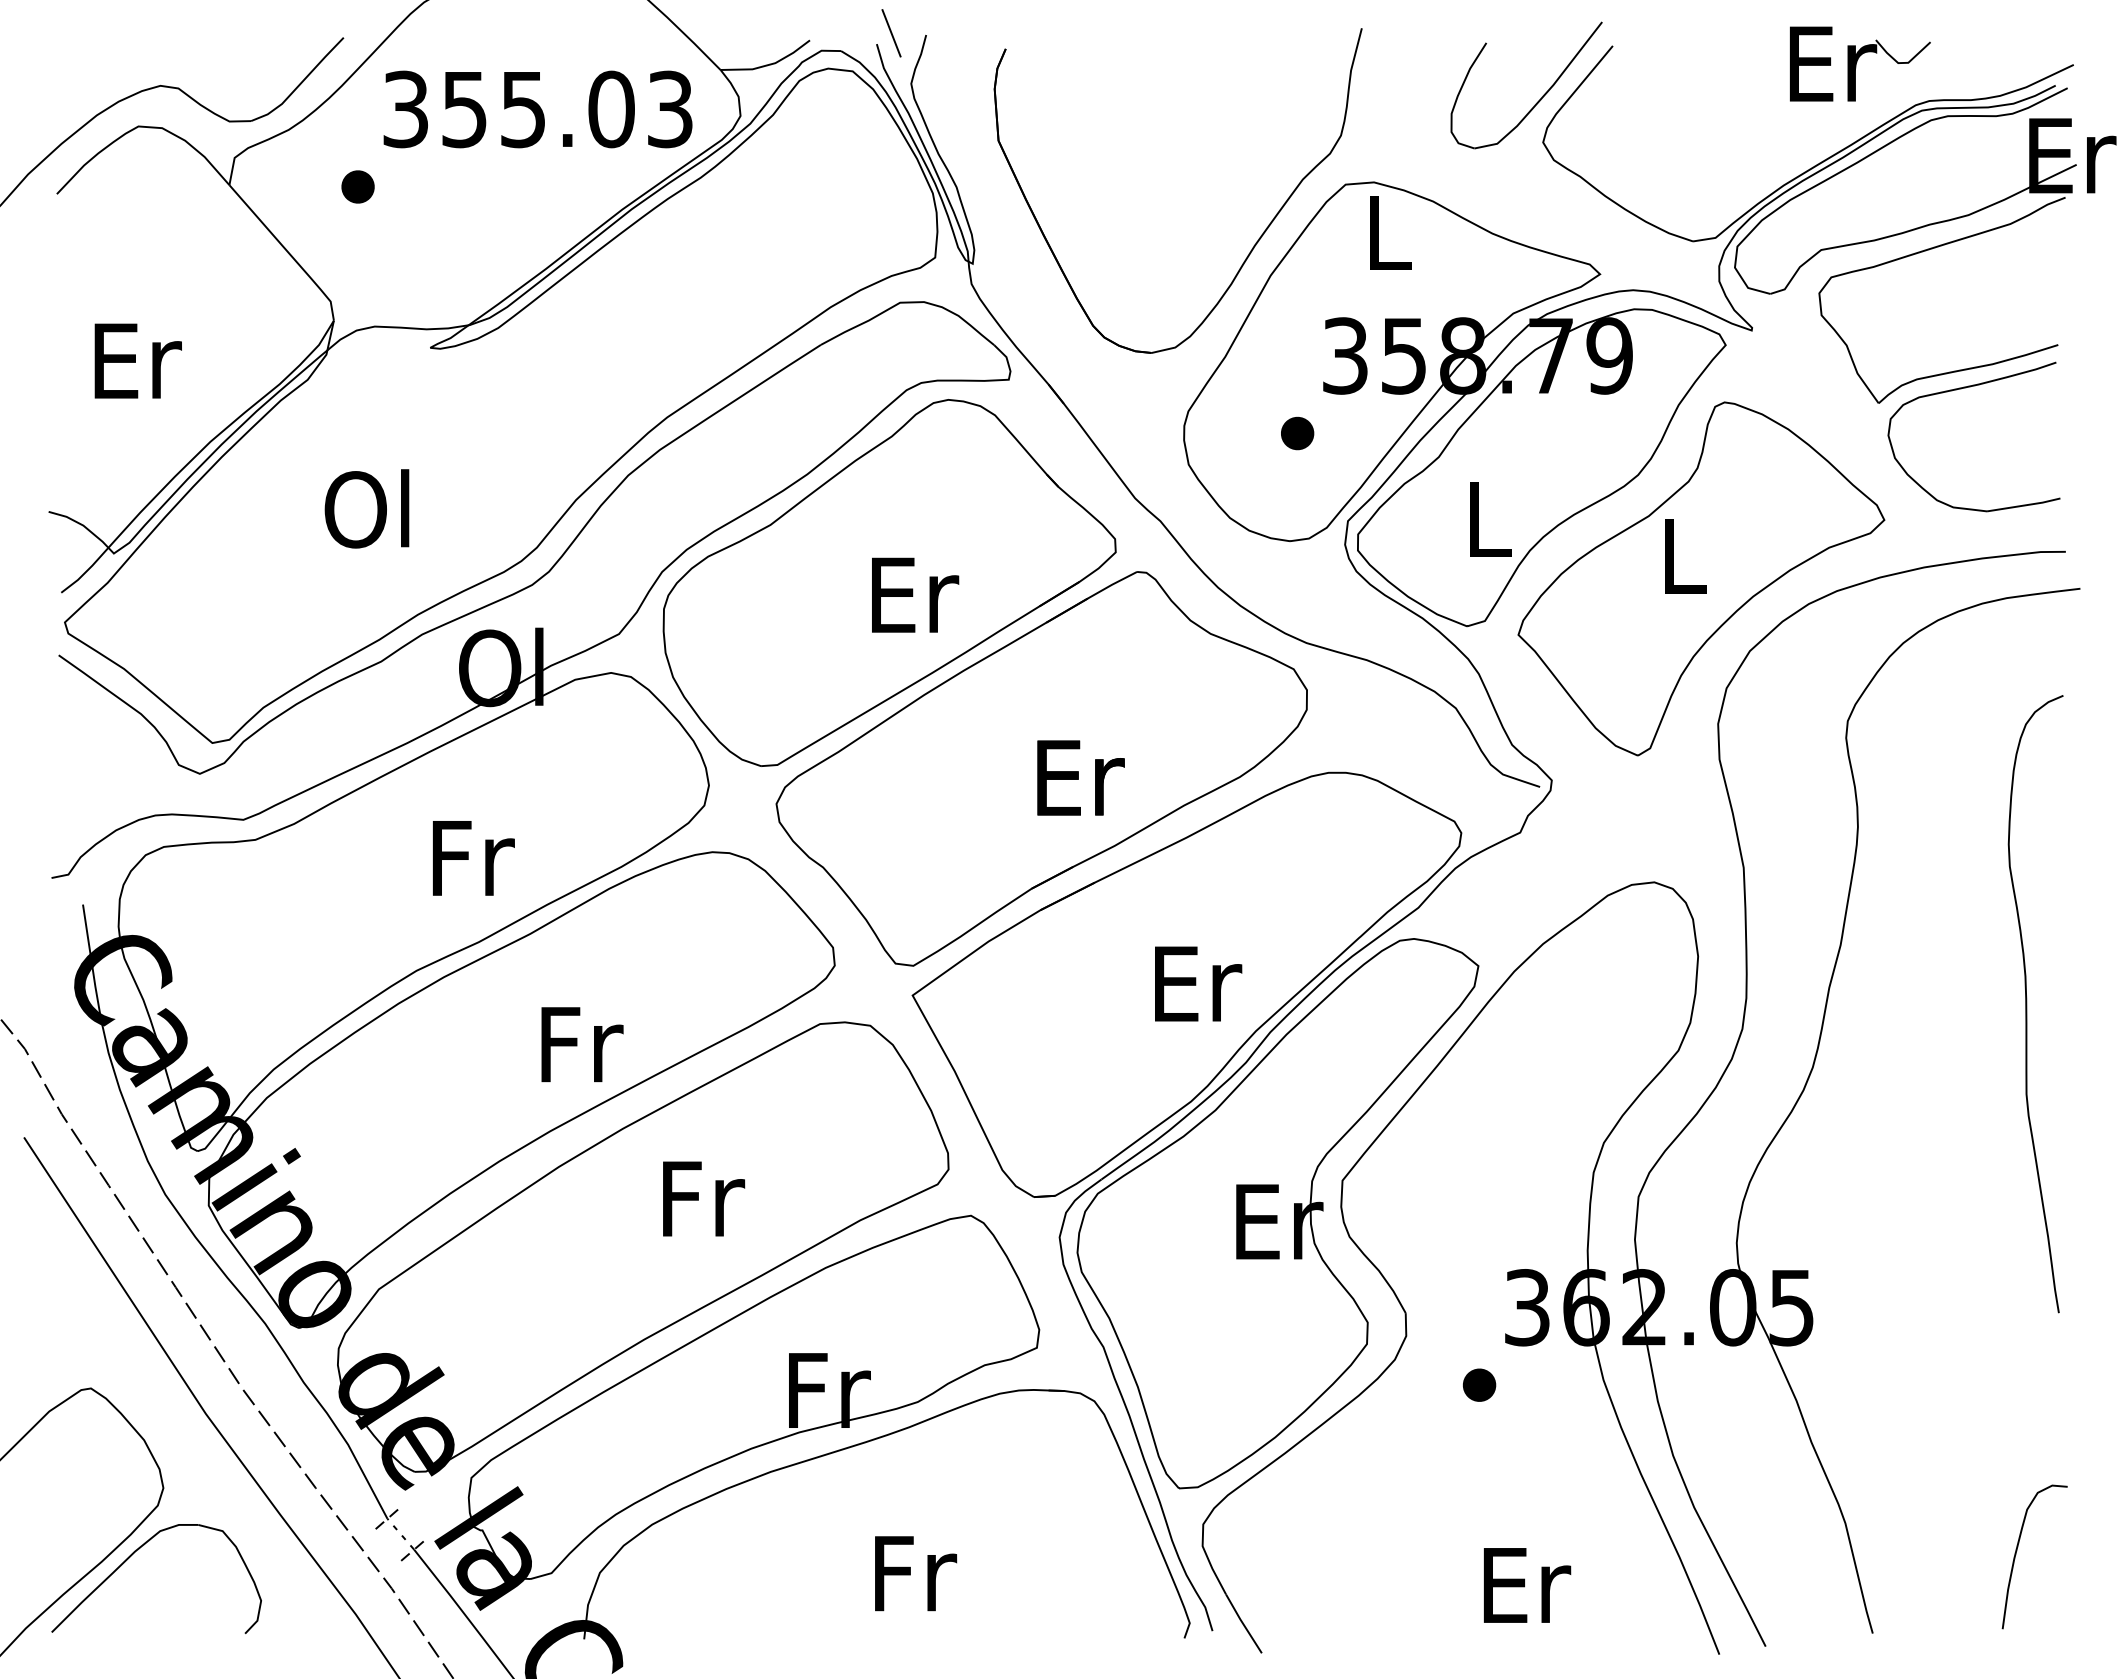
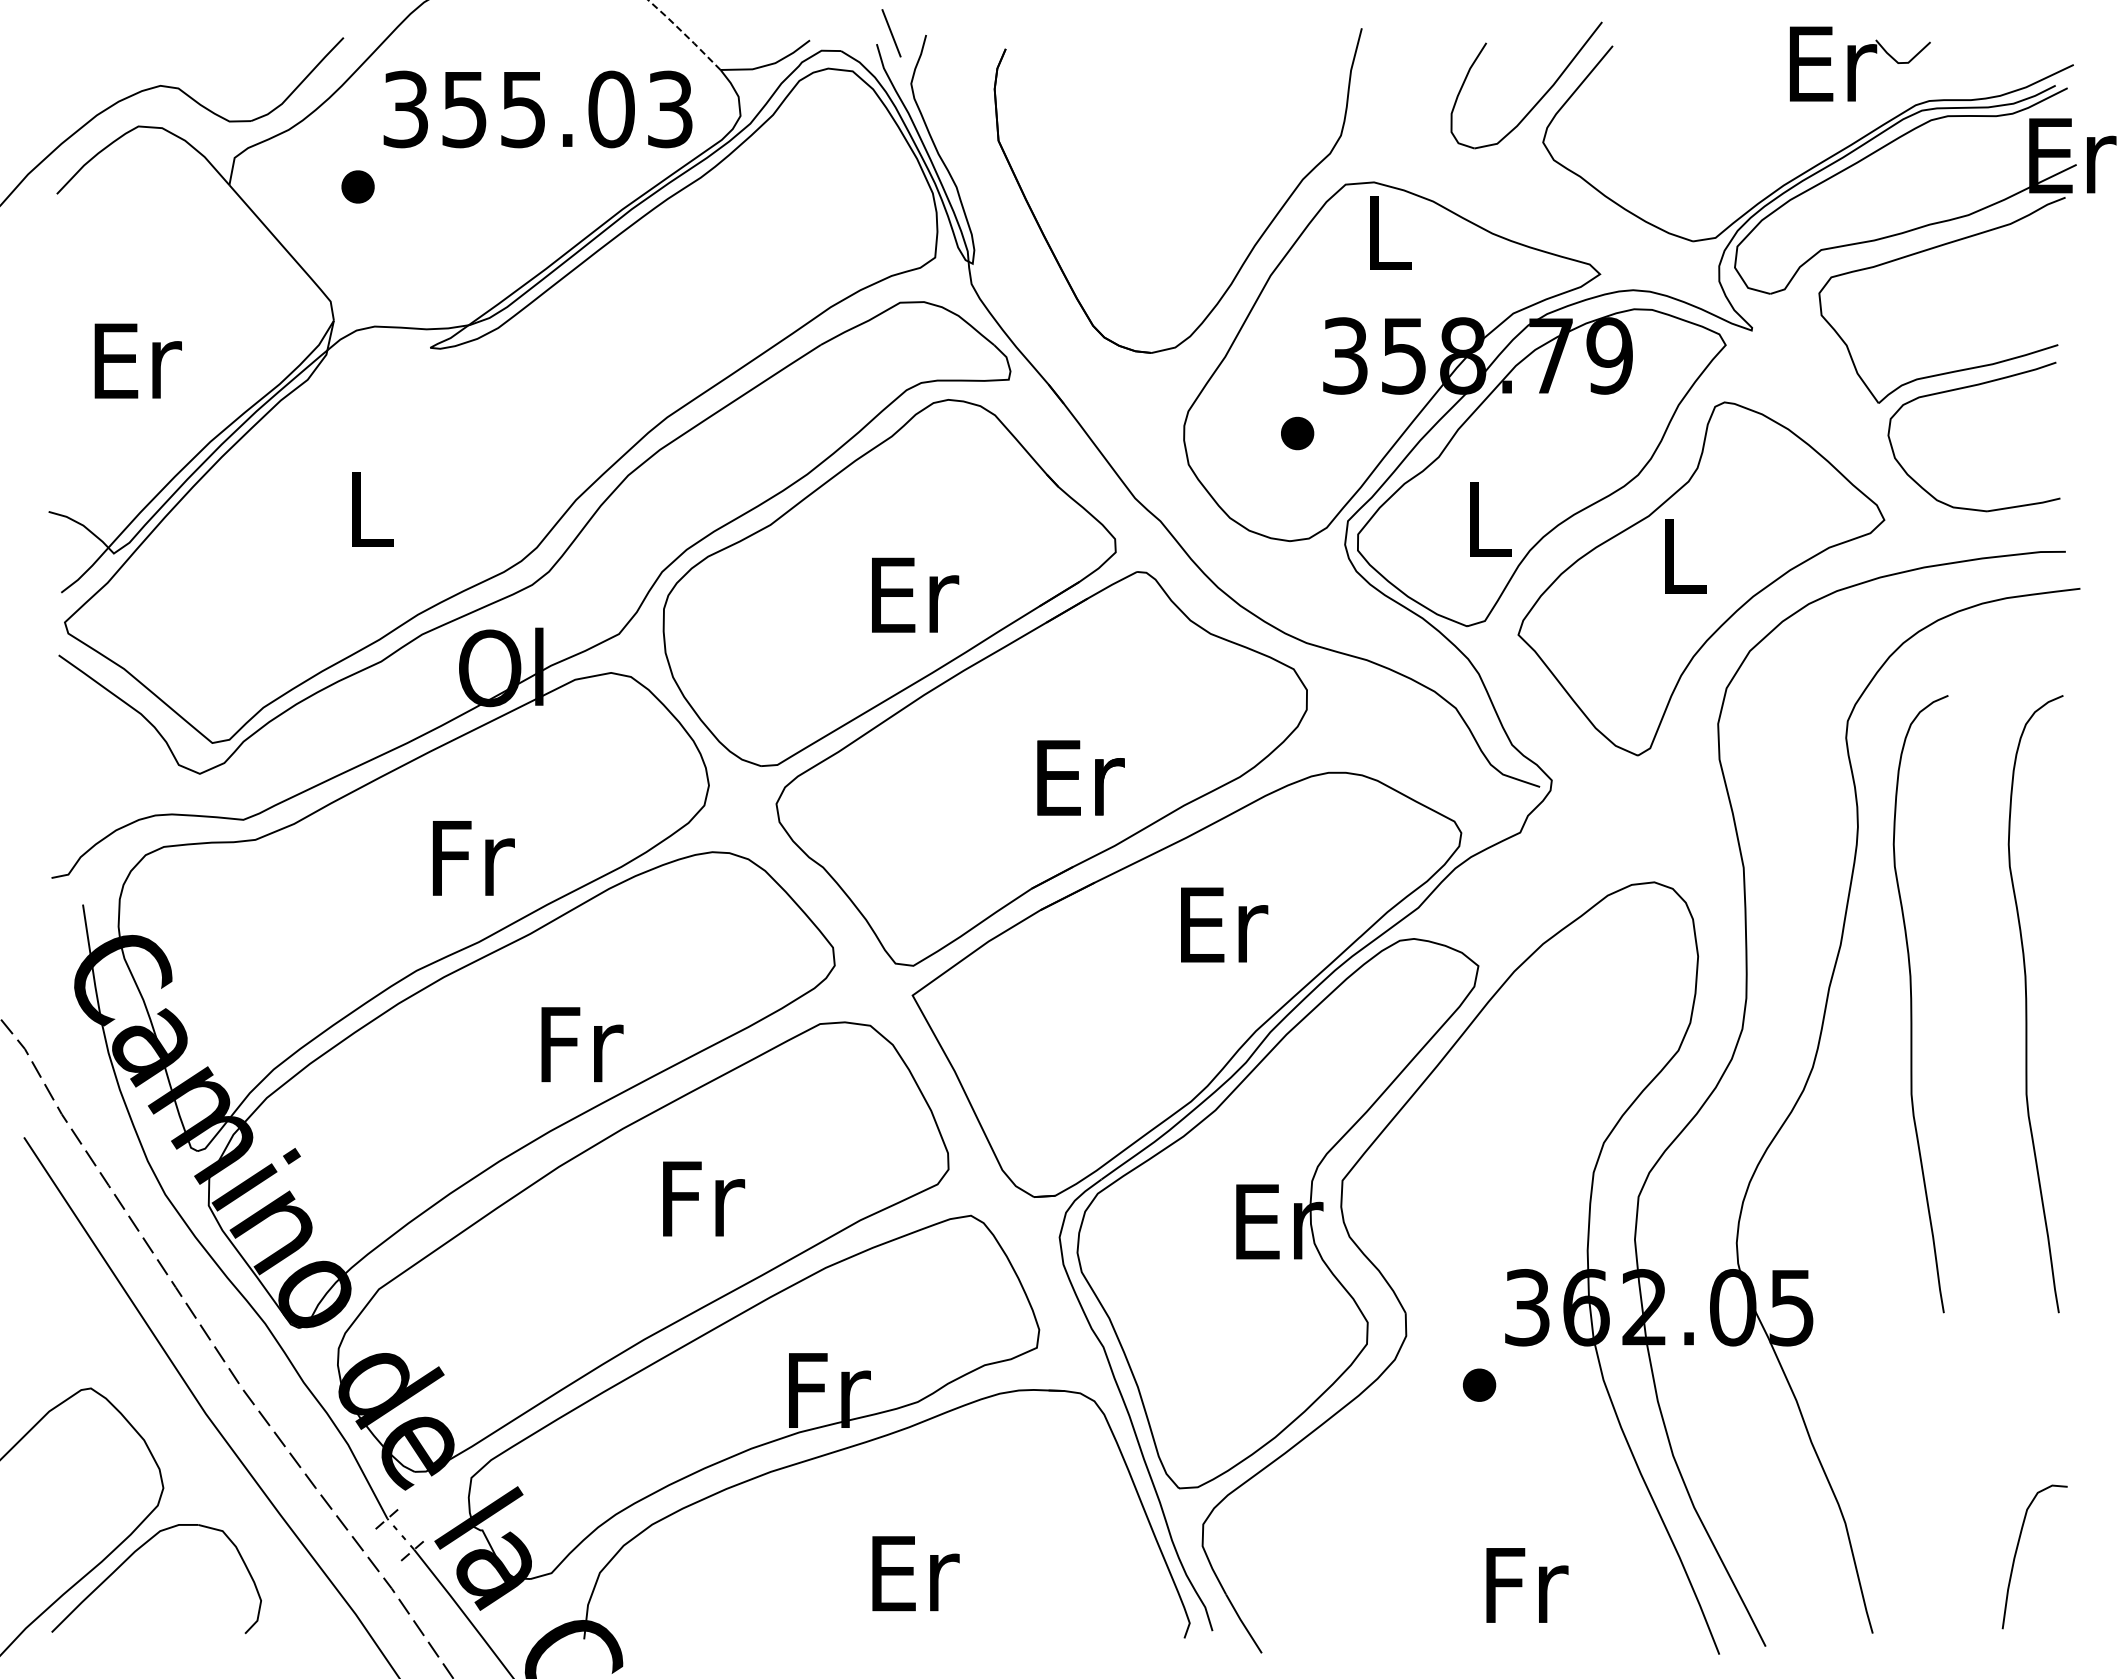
line at (684, 34): solid -> dashed
text at (366, 508): Ol -> L
text at (1198, 983) position: (1198, 983) -> (1224, 924)
curve at (1912, 1004): none -> present
text at (915, 1573): Fr -> Er
text at (1527, 1585): Er -> Fr
